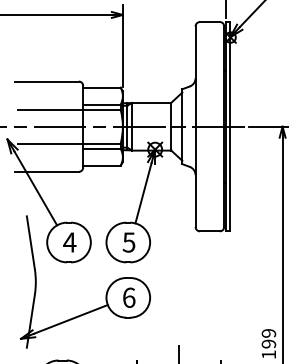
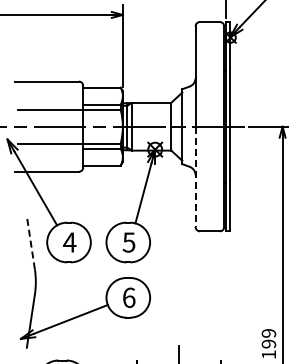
line at (195, 177): solid -> dashed
line at (30, 242): solid -> dashed
